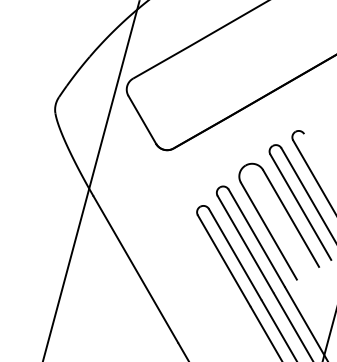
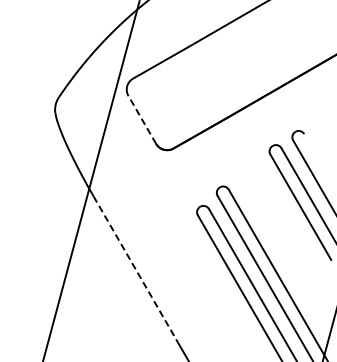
line at (142, 119): solid -> dashed
part at (288, 216): present -> none
line at (136, 269): solid -> dashed
